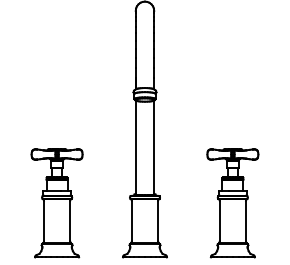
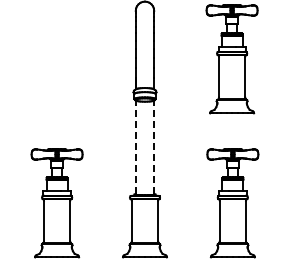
part at (231, 59): none -> present
line at (135, 147): solid -> dashed
line at (154, 147): solid -> dashed
